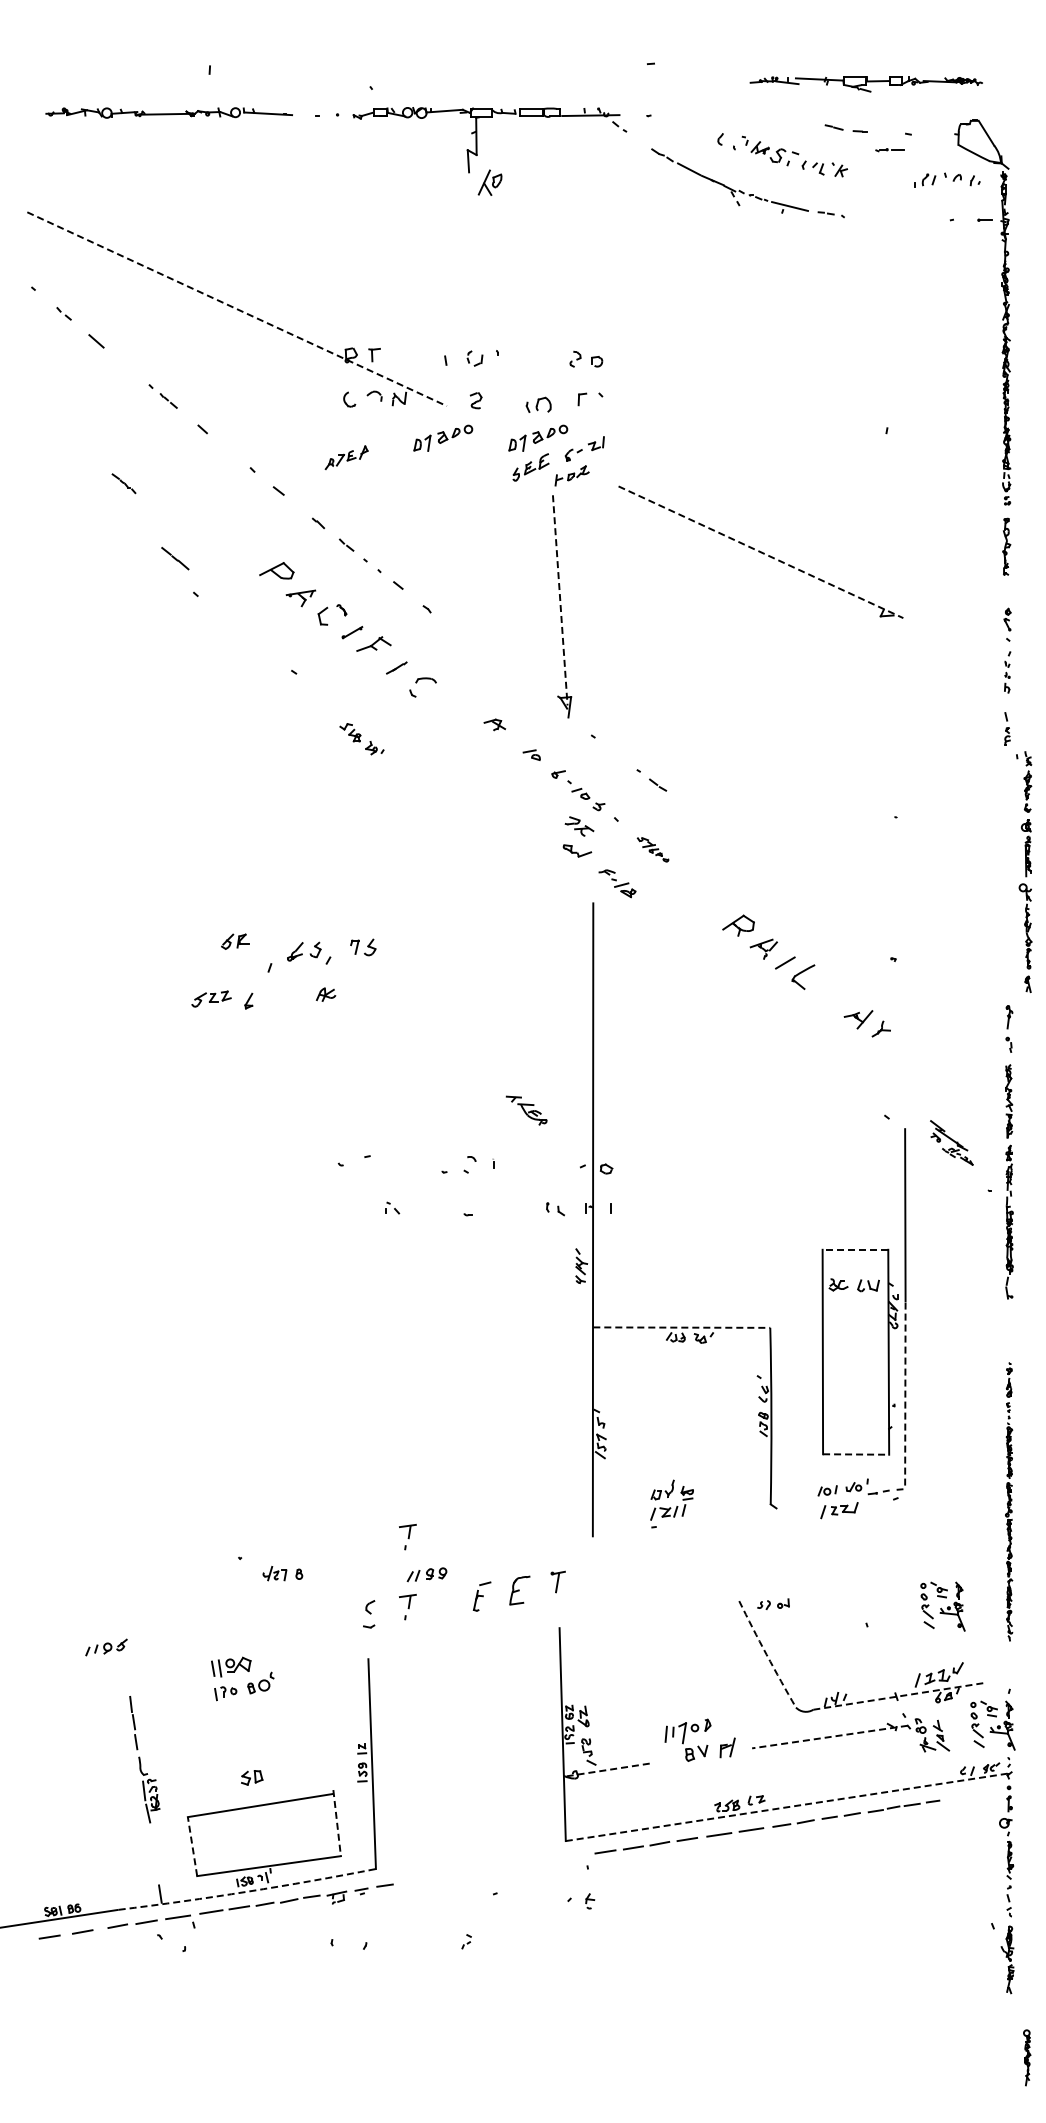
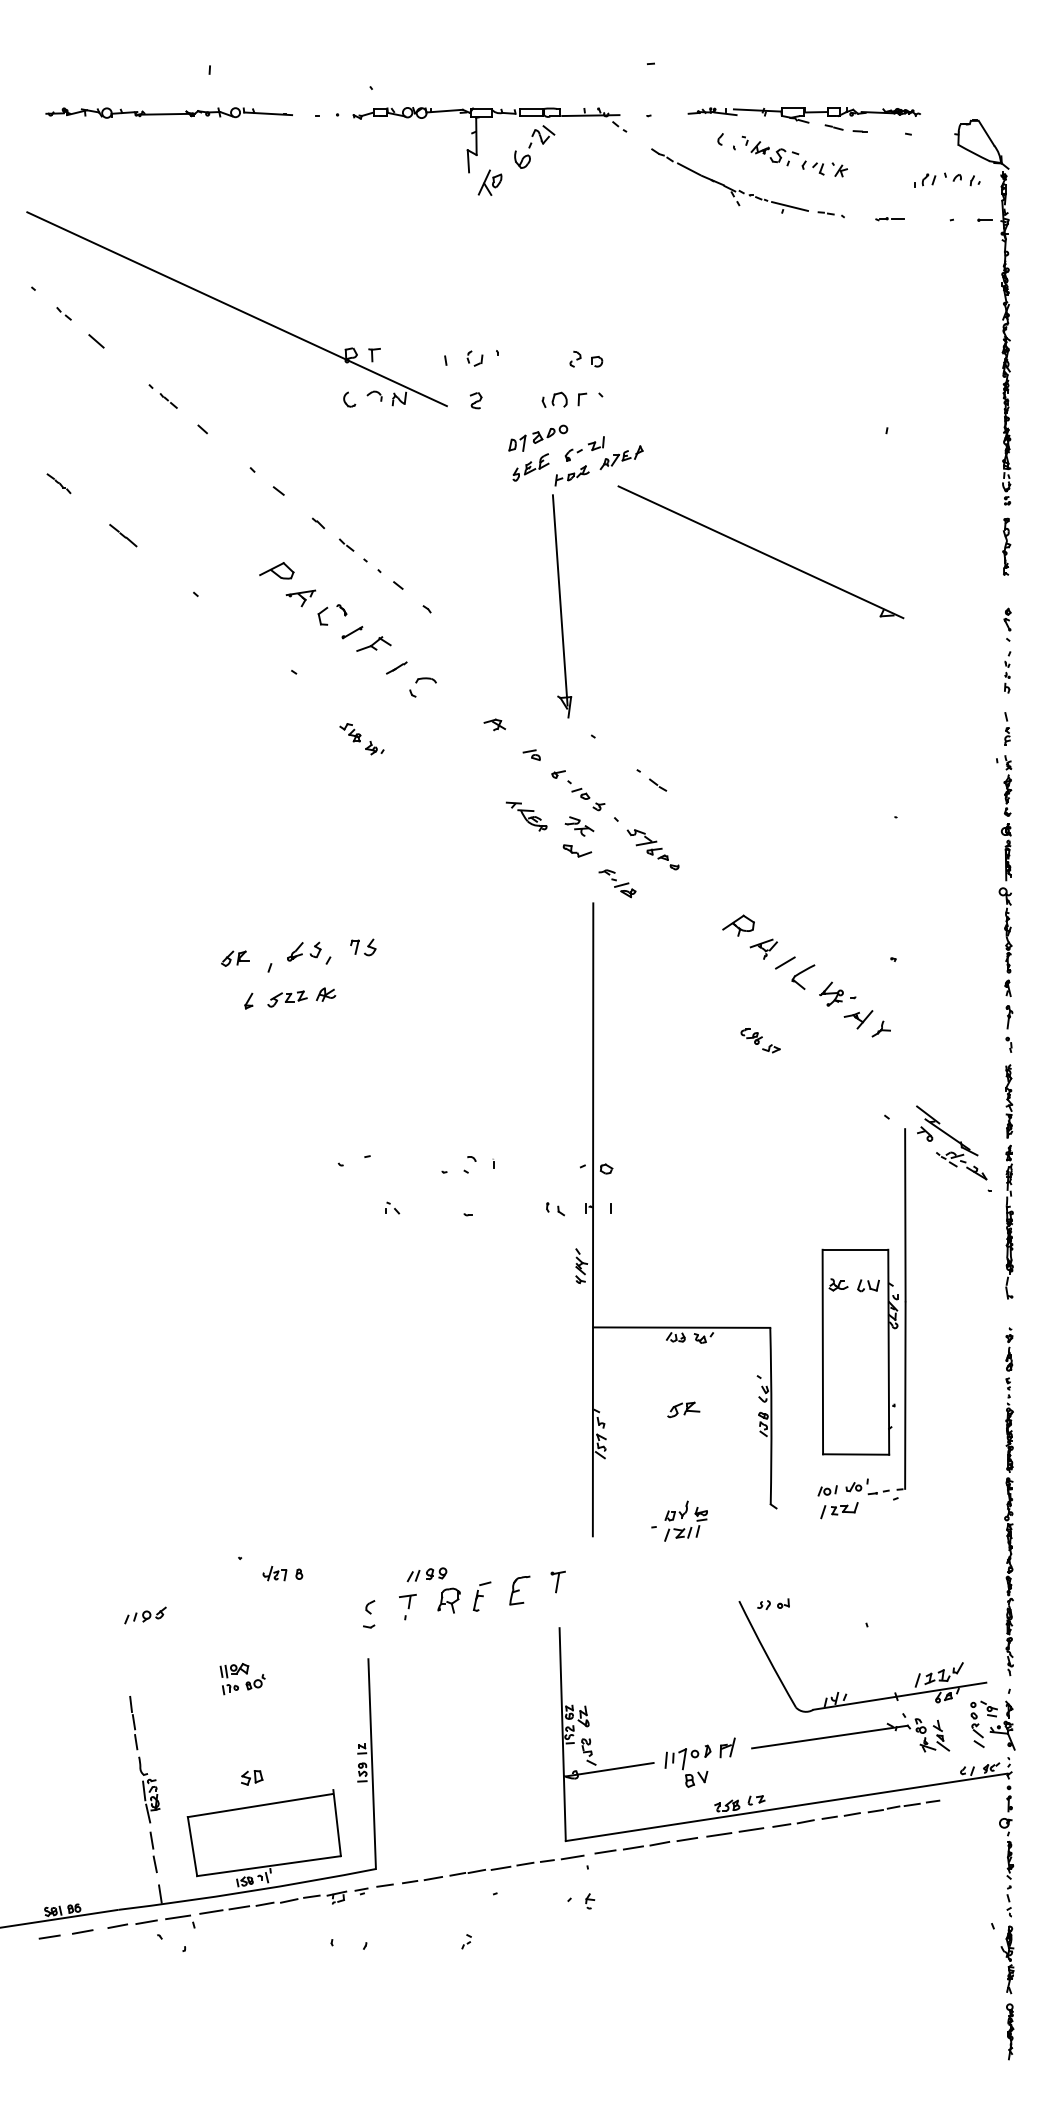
part at (865, 84) position: (865, 84) -> (803, 115)
part at (534, 146): none -> present
part at (889, 150) position: (889, 150) -> (889, 219)
line at (237, 309): dashed -> solid
part at (538, 404) position: (538, 404) -> (554, 399)
part at (443, 437): present -> none
part at (346, 457) position: (346, 457) -> (621, 457)
part at (123, 483) position: (123, 483) -> (58, 483)
line at (760, 552): dashed -> solid
line at (175, 558) position: (175, 558) -> (123, 535)
line at (560, 600): dashed -> solid
part at (652, 849) size: 34x26 px -> 54x42 px
part at (1024, 871) position: (1024, 871) -> (1004, 875)
part at (235, 941) position: (235, 941) -> (235, 958)
part at (837, 993): none -> present
part at (211, 998) position: (211, 998) -> (287, 998)
part at (760, 1040): none -> present
part at (526, 1110) position: (526, 1110) -> (526, 816)
part at (951, 1142) size: 44x46 px -> 72x76 px
line at (855, 1249): dashed -> solid
line at (682, 1327): dashed -> solid
line at (905, 1396): dashed -> solid
part at (683, 1409): none -> present
line at (856, 1454): dashed -> solid
part at (671, 1499) position: (671, 1499) -> (685, 1520)
part at (1009, 1501) size: 9x280 px -> 10x350 px
part at (407, 1537): present -> none
part at (448, 1600): none -> present
part at (942, 1606): present -> none
part at (106, 1647) position: (106, 1647) -> (145, 1615)
arc at (766, 1654): dashed -> solid
part at (242, 1678) size: 64x46 px -> 47x33 px
line at (899, 1696): dashed -> solid
line at (829, 1737): dashed -> solid
part at (687, 1739) position: (687, 1739) -> (687, 1765)
line at (610, 1769): dashed -> solid
line at (787, 1807): dashed -> solid
line at (337, 1823): dashed -> solid
line at (192, 1846): dashed -> solid
part at (153, 1852): none -> present
part at (493, 1869): none -> present
arc at (247, 1891): dashed -> solid
part at (1027, 2057) position: (1027, 2057) -> (1010, 2031)
